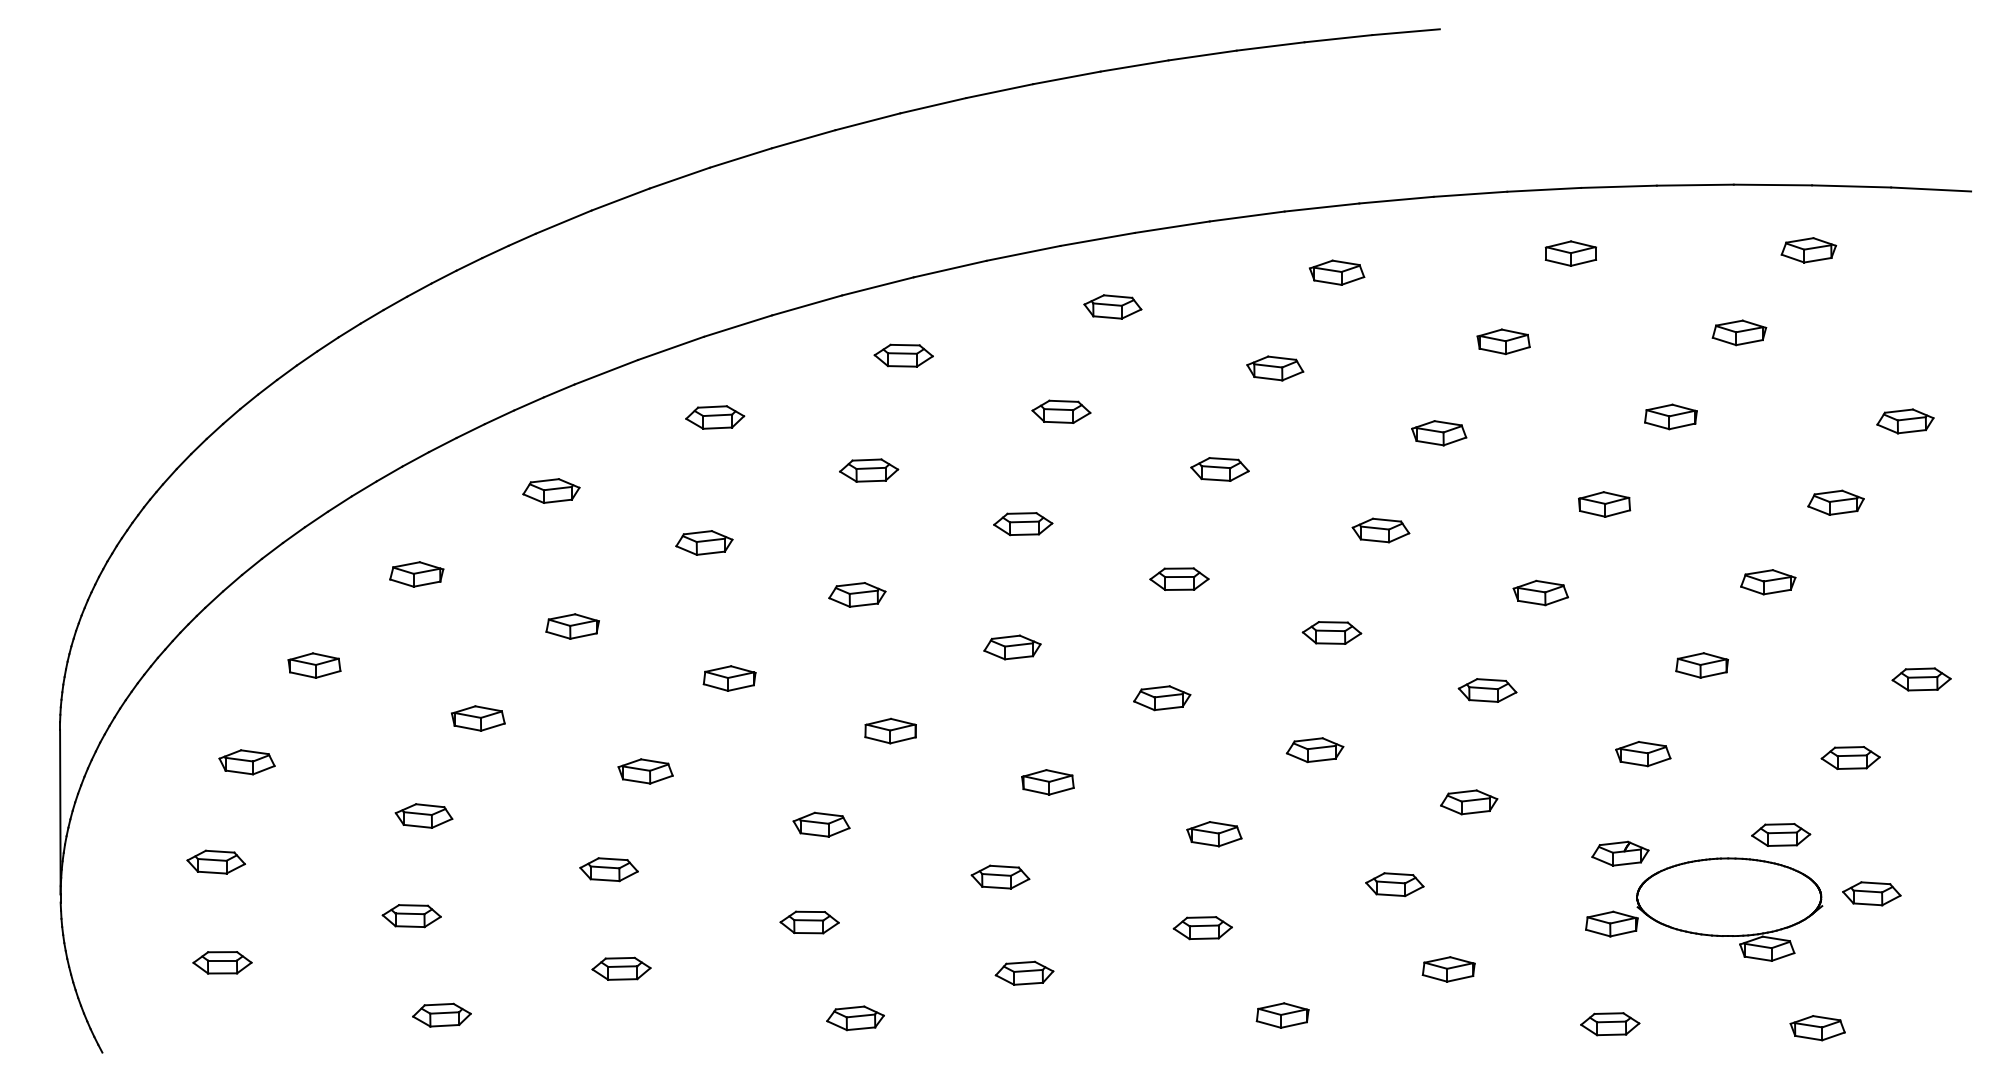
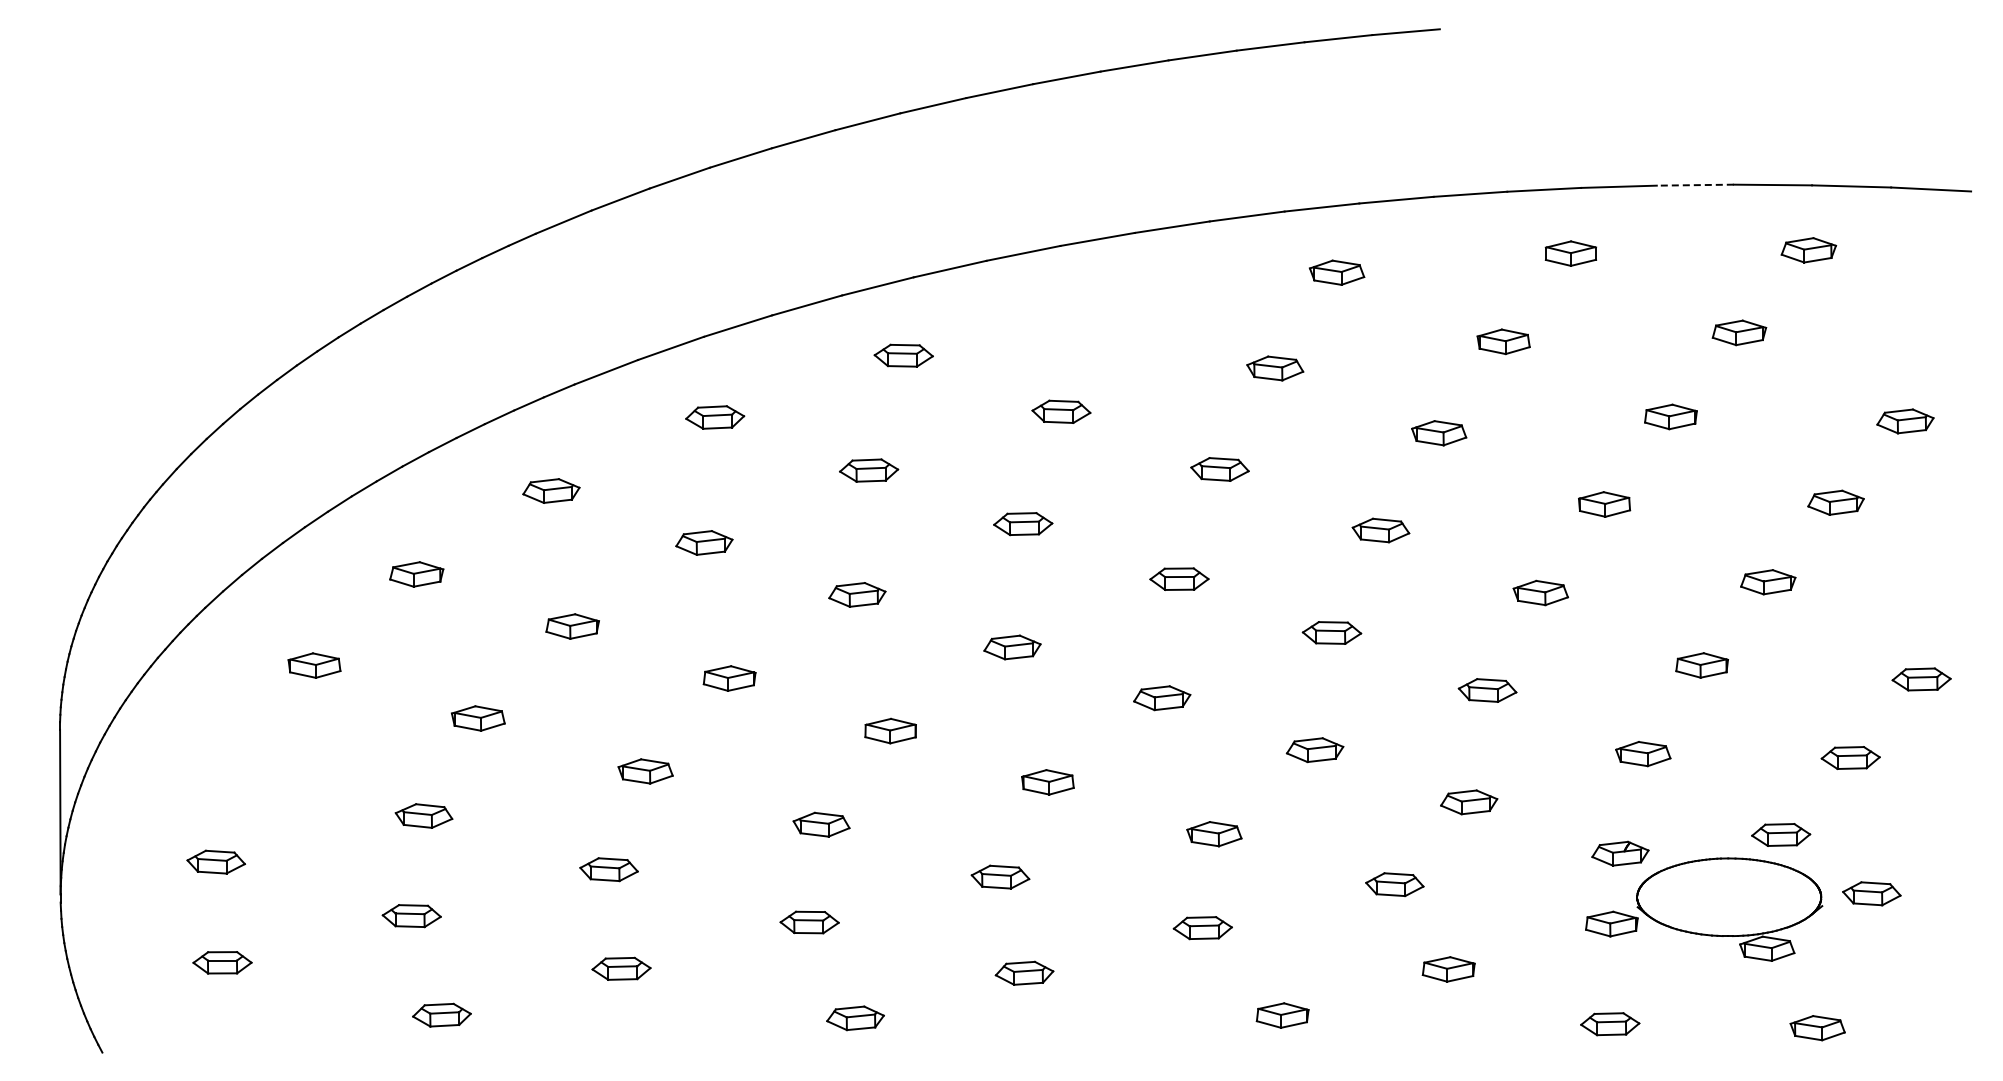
line at (1694, 185): solid -> dashed
part at (1112, 306): present -> none
part at (246, 762): present -> none
